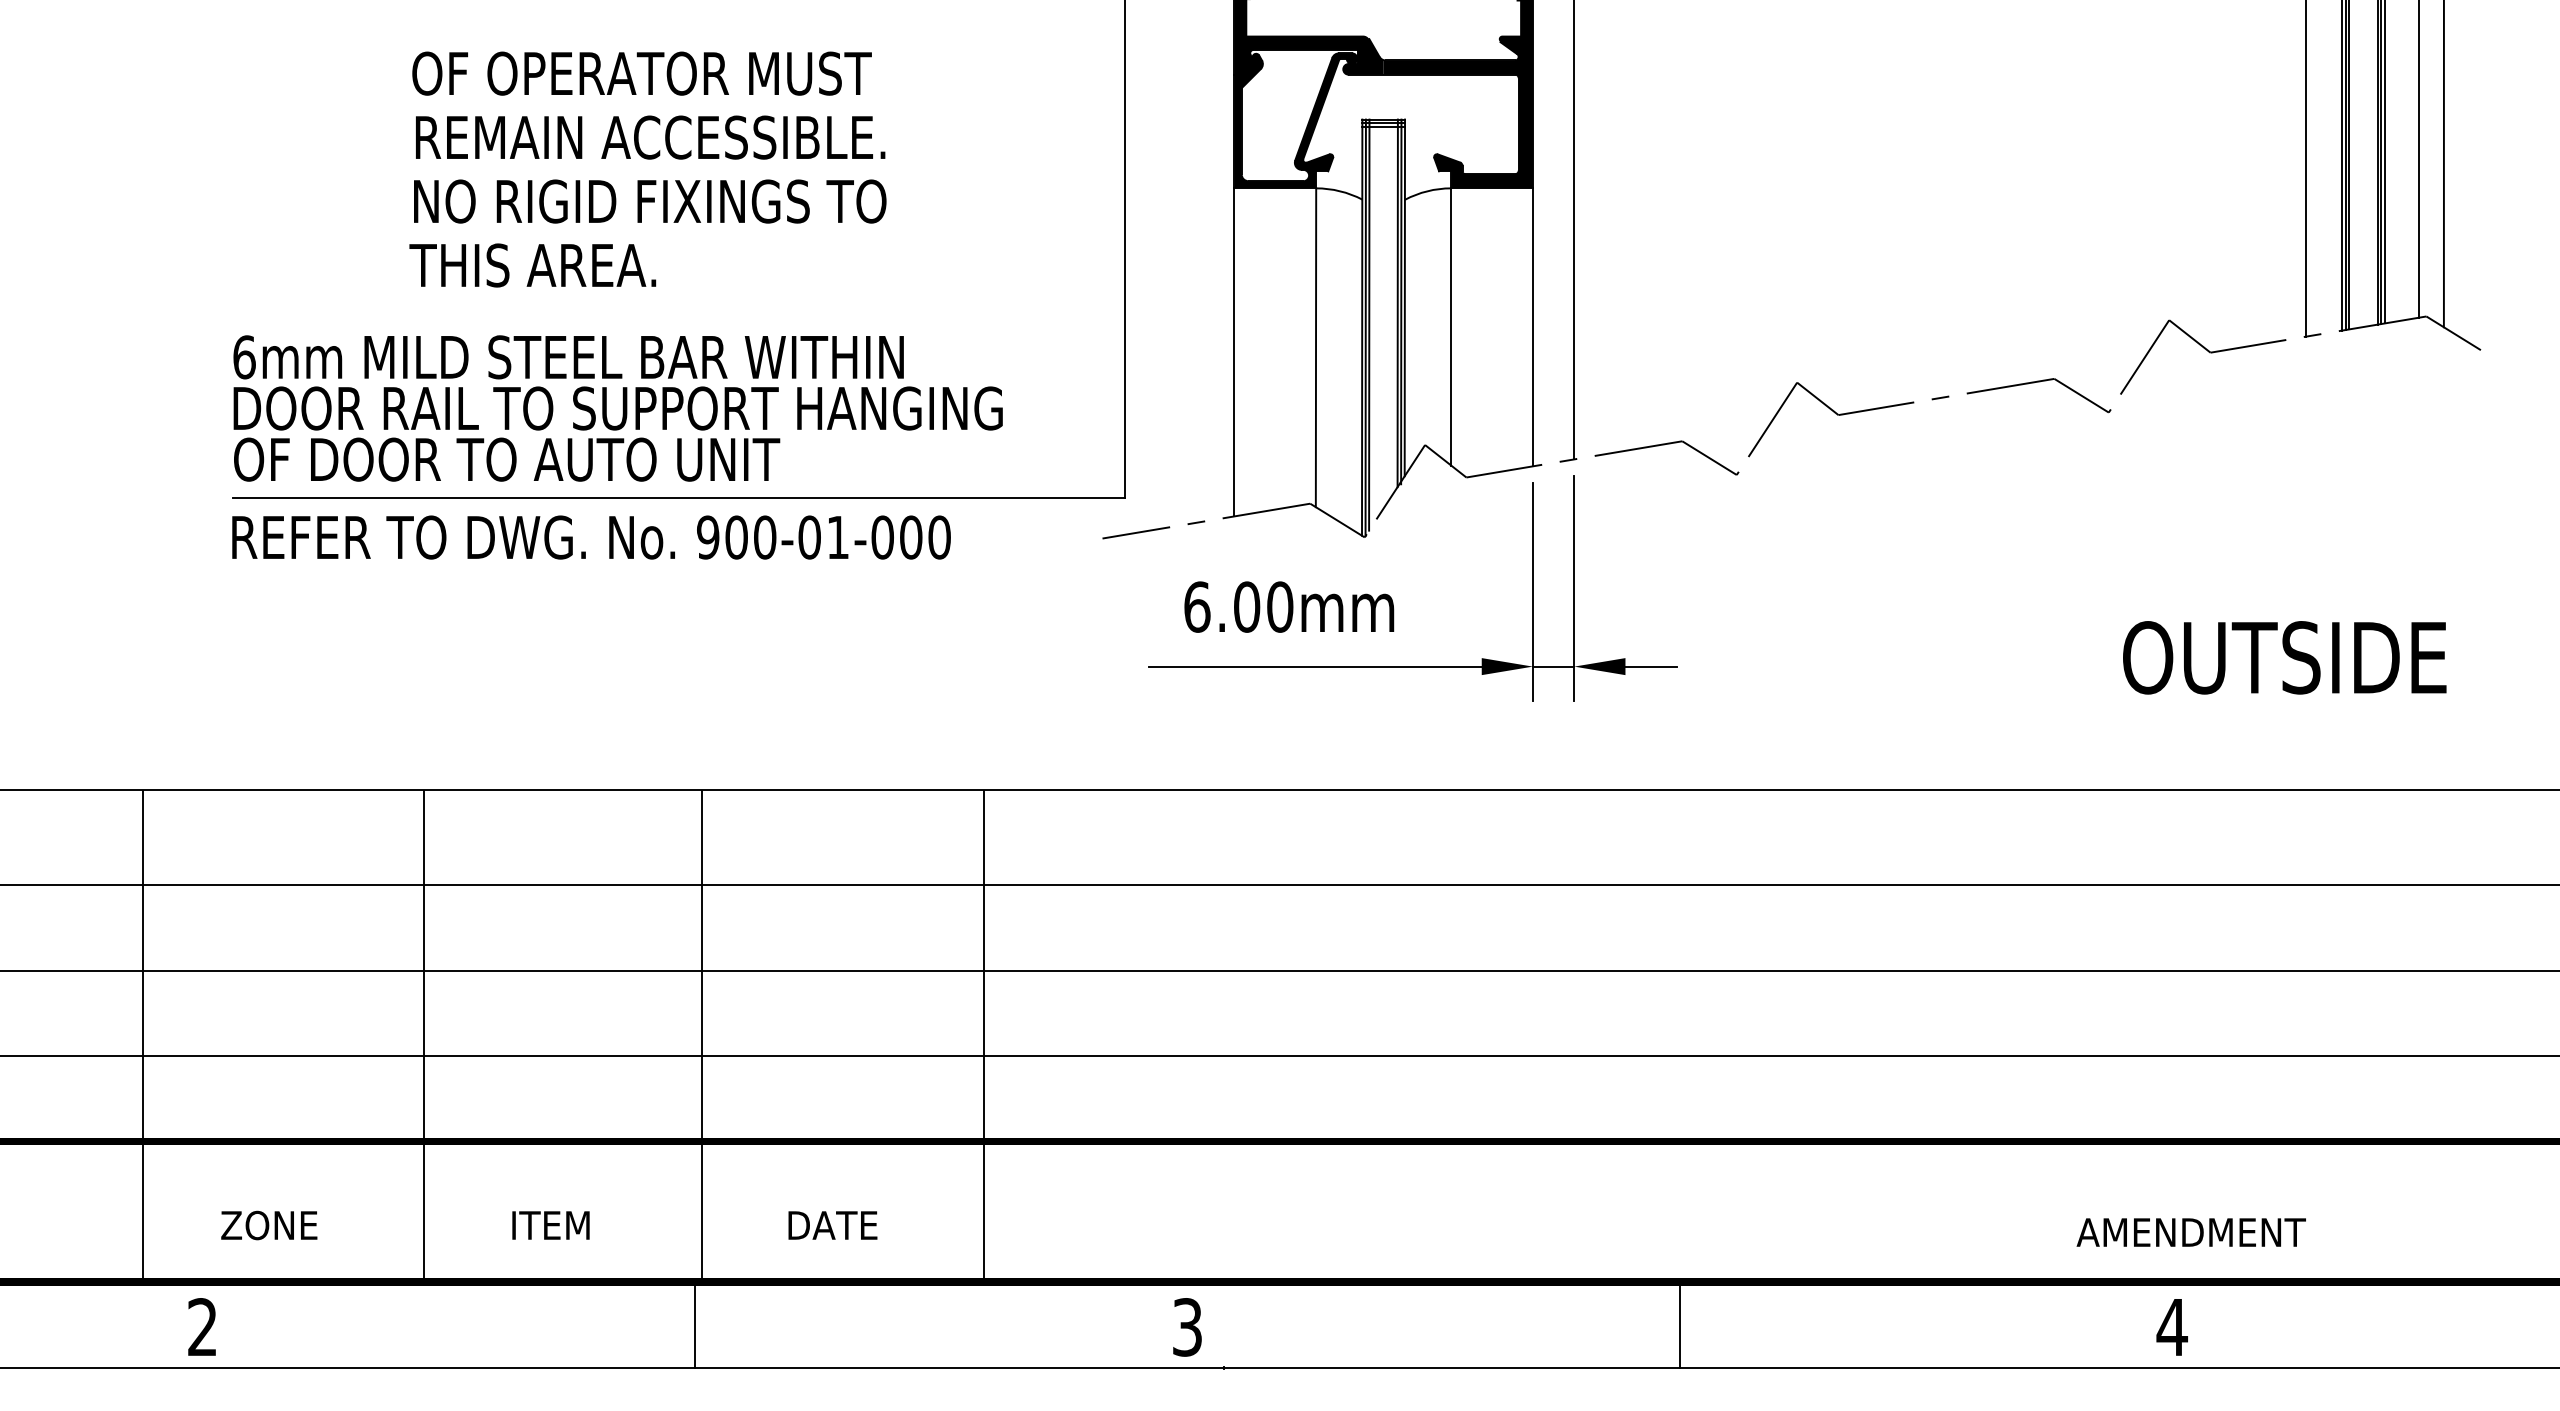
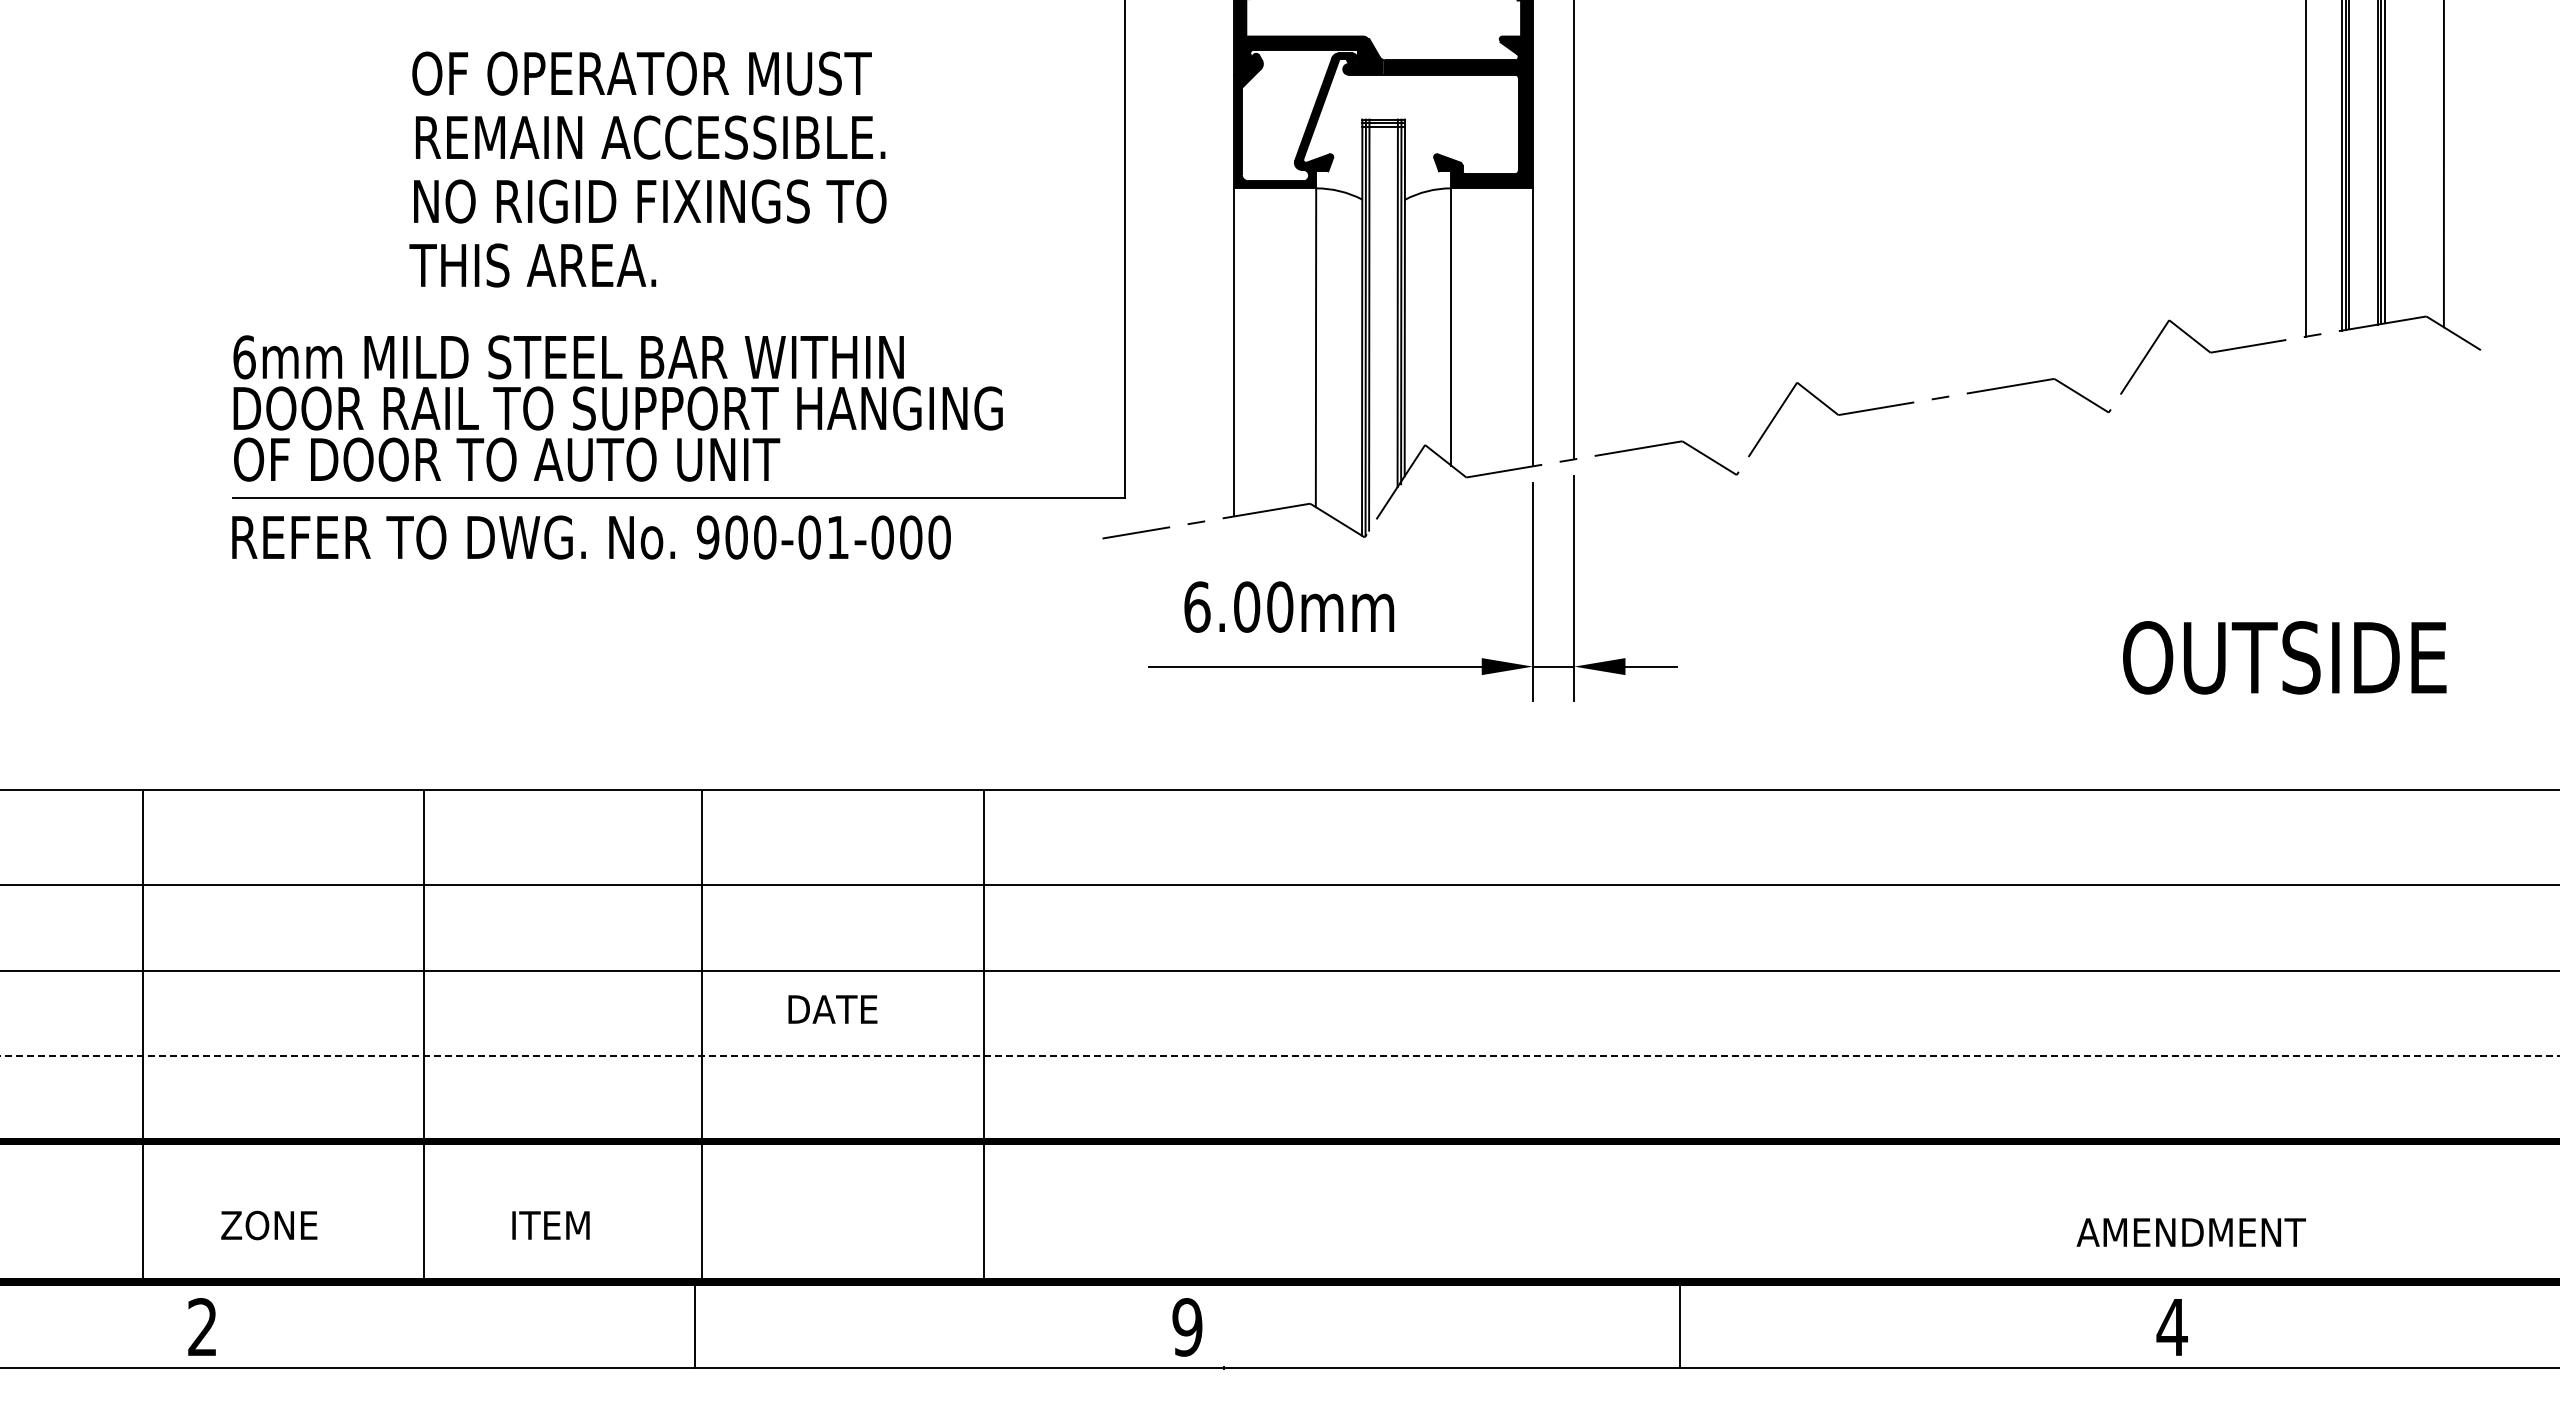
line at (2419, 159): present -> none
line at (1280, 1056): solid -> dashed
text at (832, 1225) position: (832, 1225) -> (832, 1009)
text at (1187, 1327): 3 -> 9
